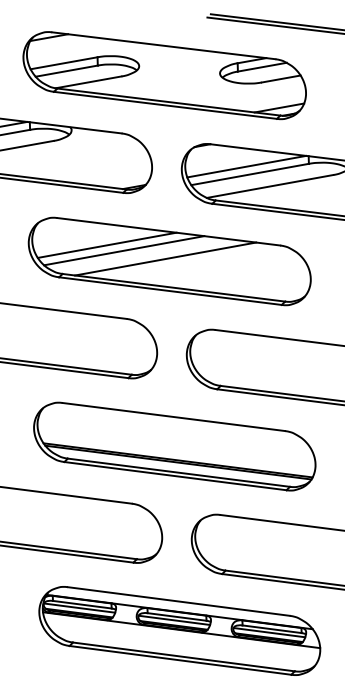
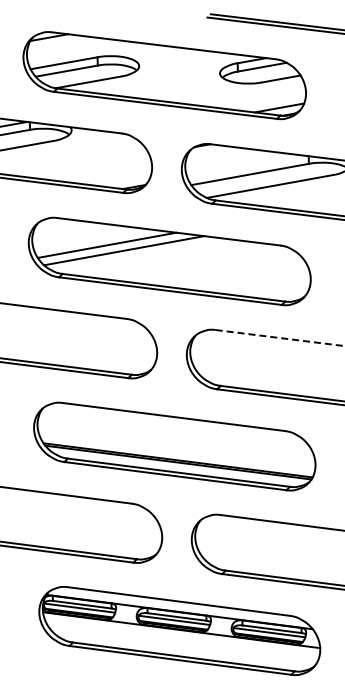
line at (246, 166): present -> none
line at (165, 258): present -> none
line at (280, 338): solid -> dashed
